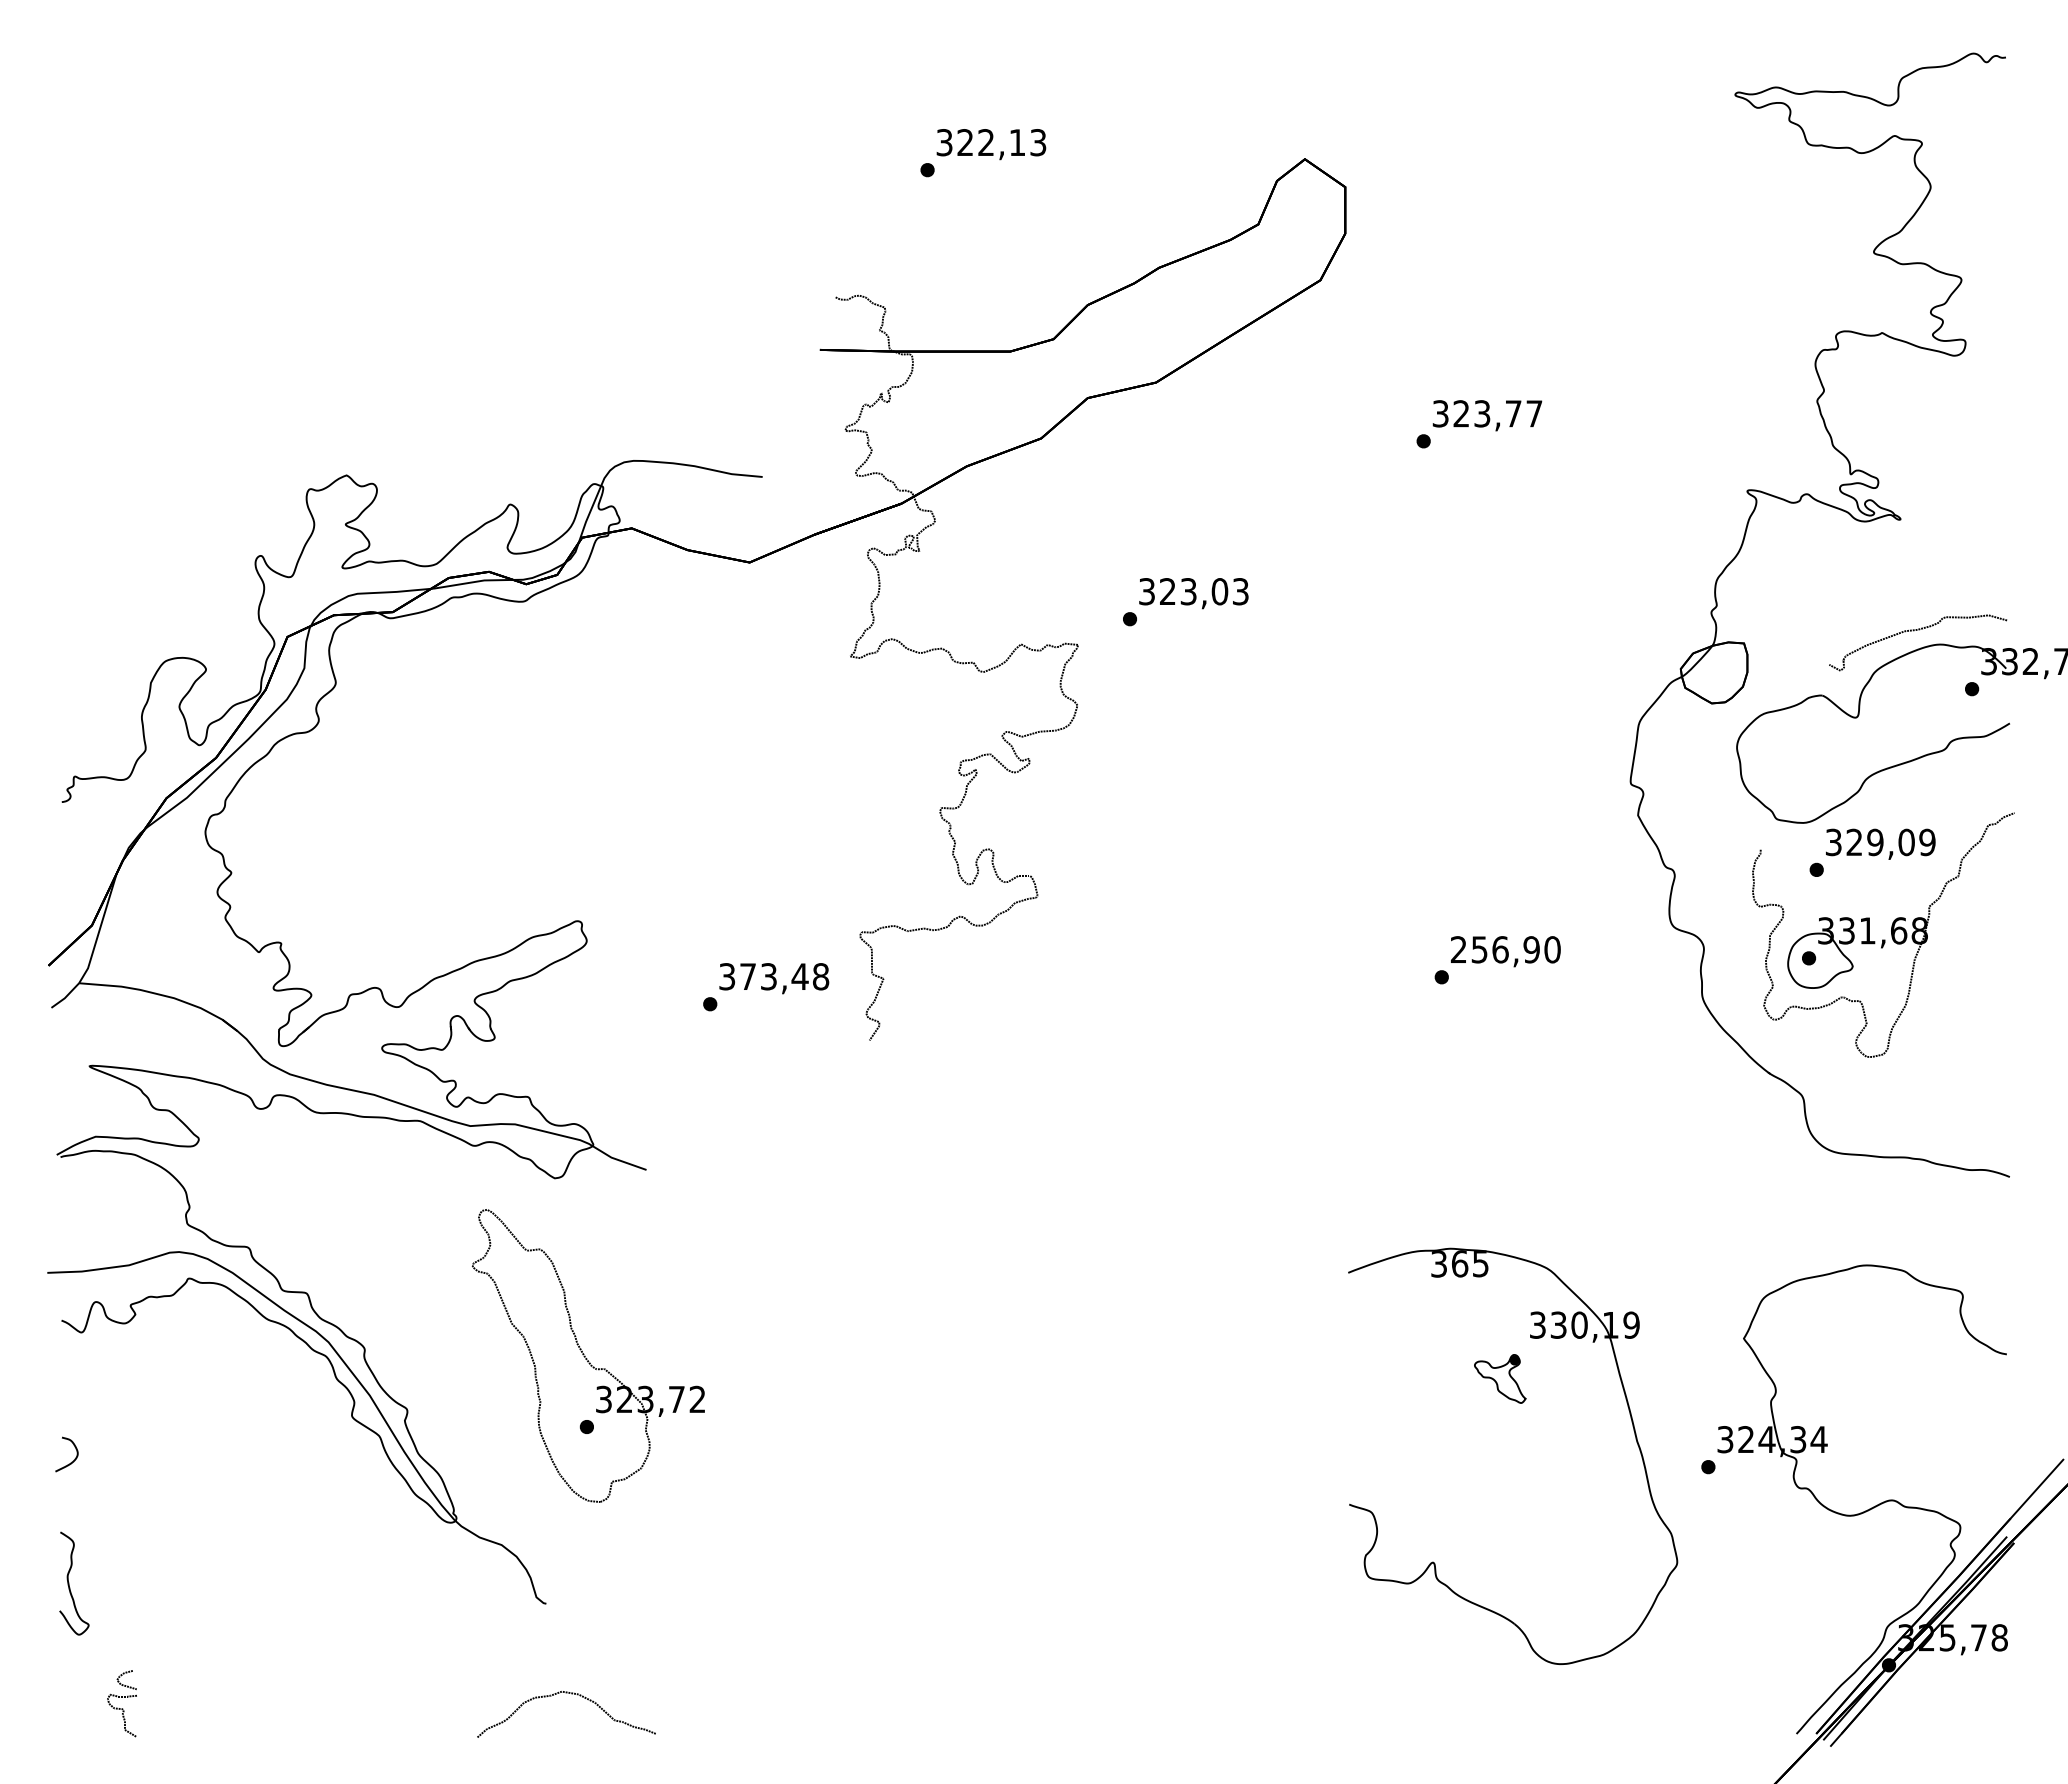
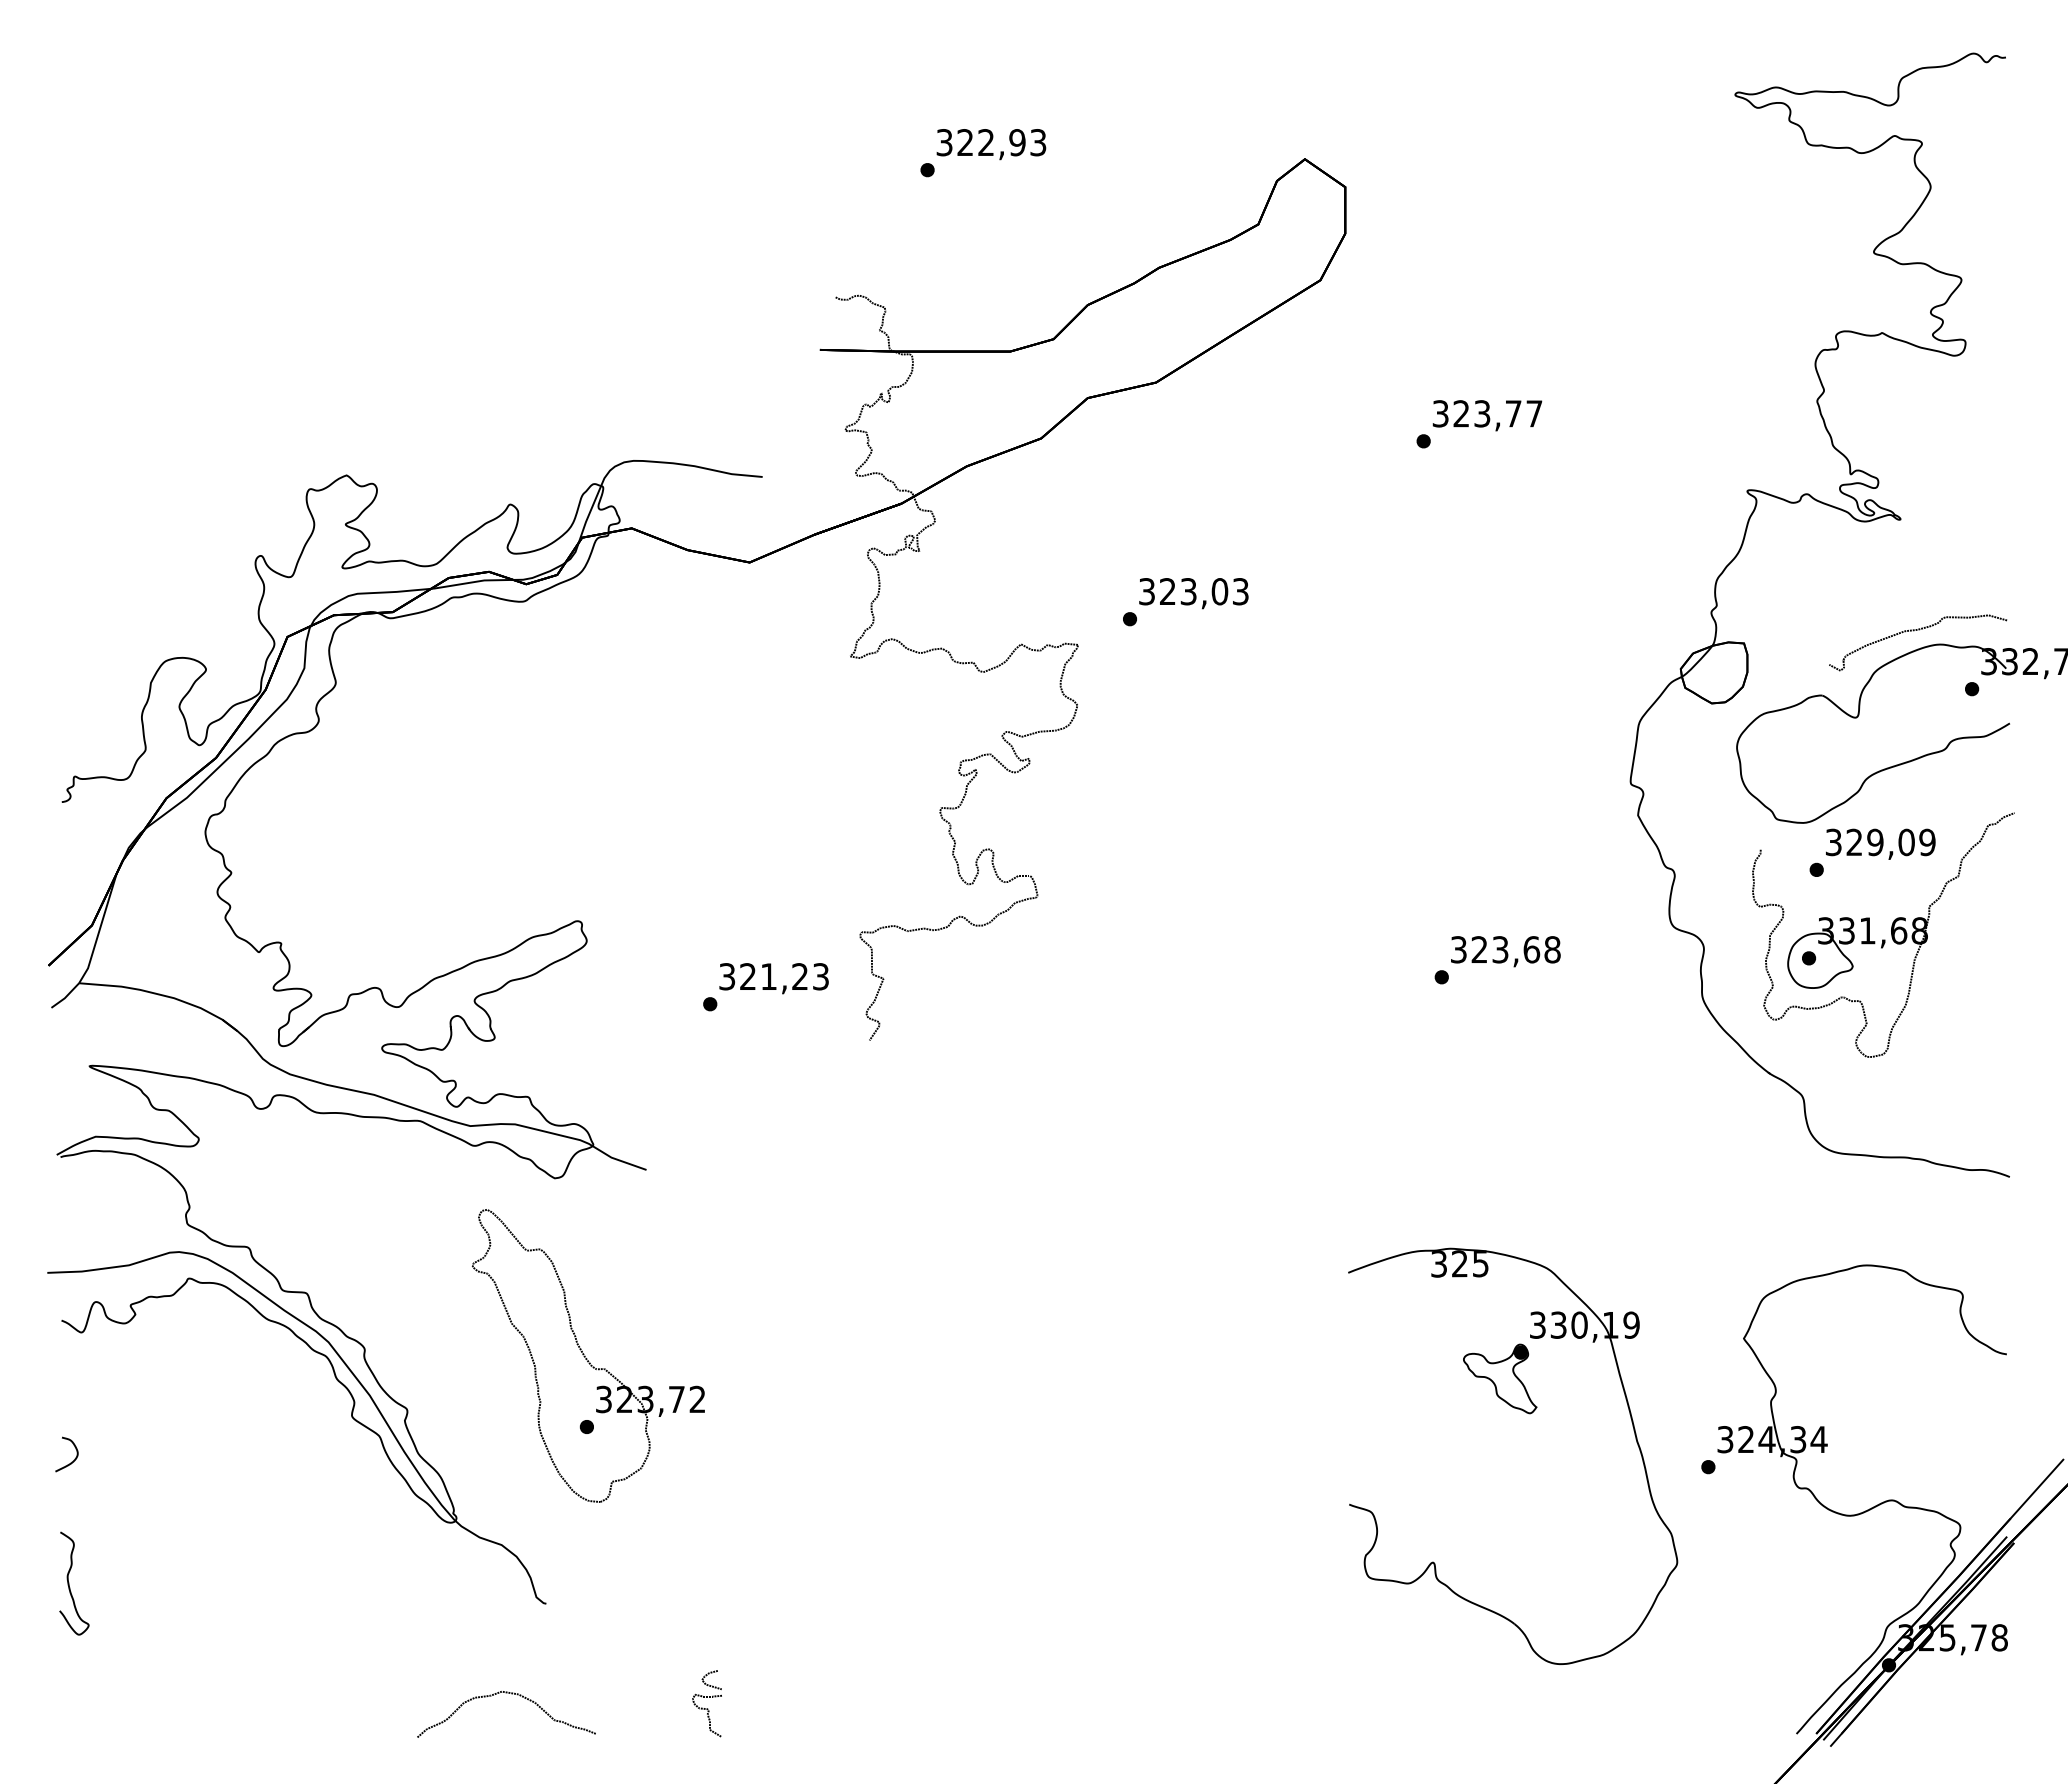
text at (1017, 142): 322,13 -> 322,93
text at (1505, 949): 256,90 -> 323,68
text at (784, 976): 373,48 -> 321,23
text at (1460, 1263): 365 -> 325
part at (1500, 1378) size: 53x50 px -> 75x72 px
curve at (571, 1694) position: (571, 1694) -> (511, 1694)
part at (121, 1703) position: (121, 1703) -> (706, 1703)
